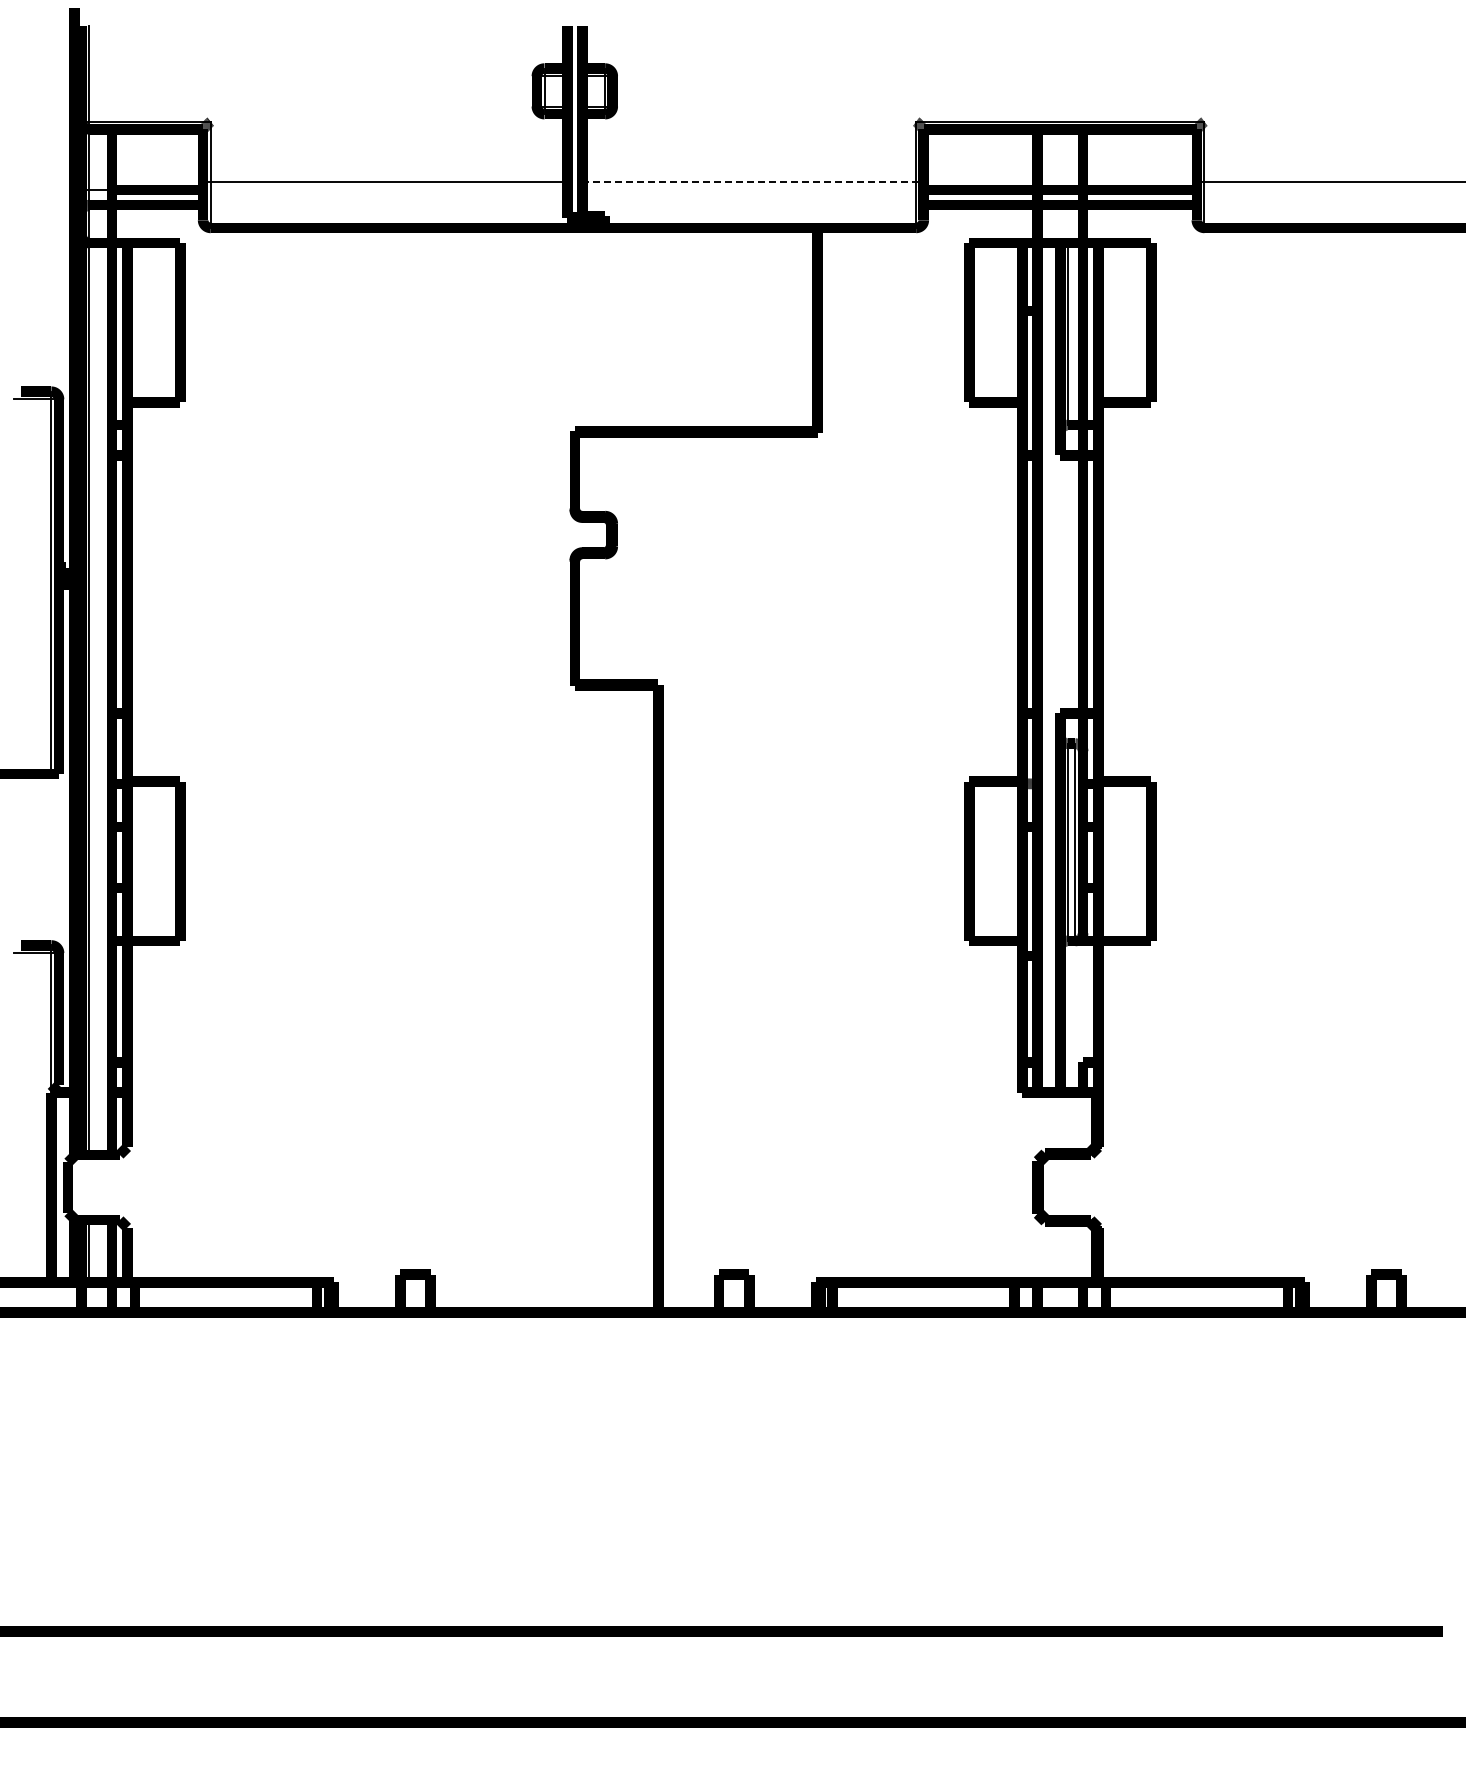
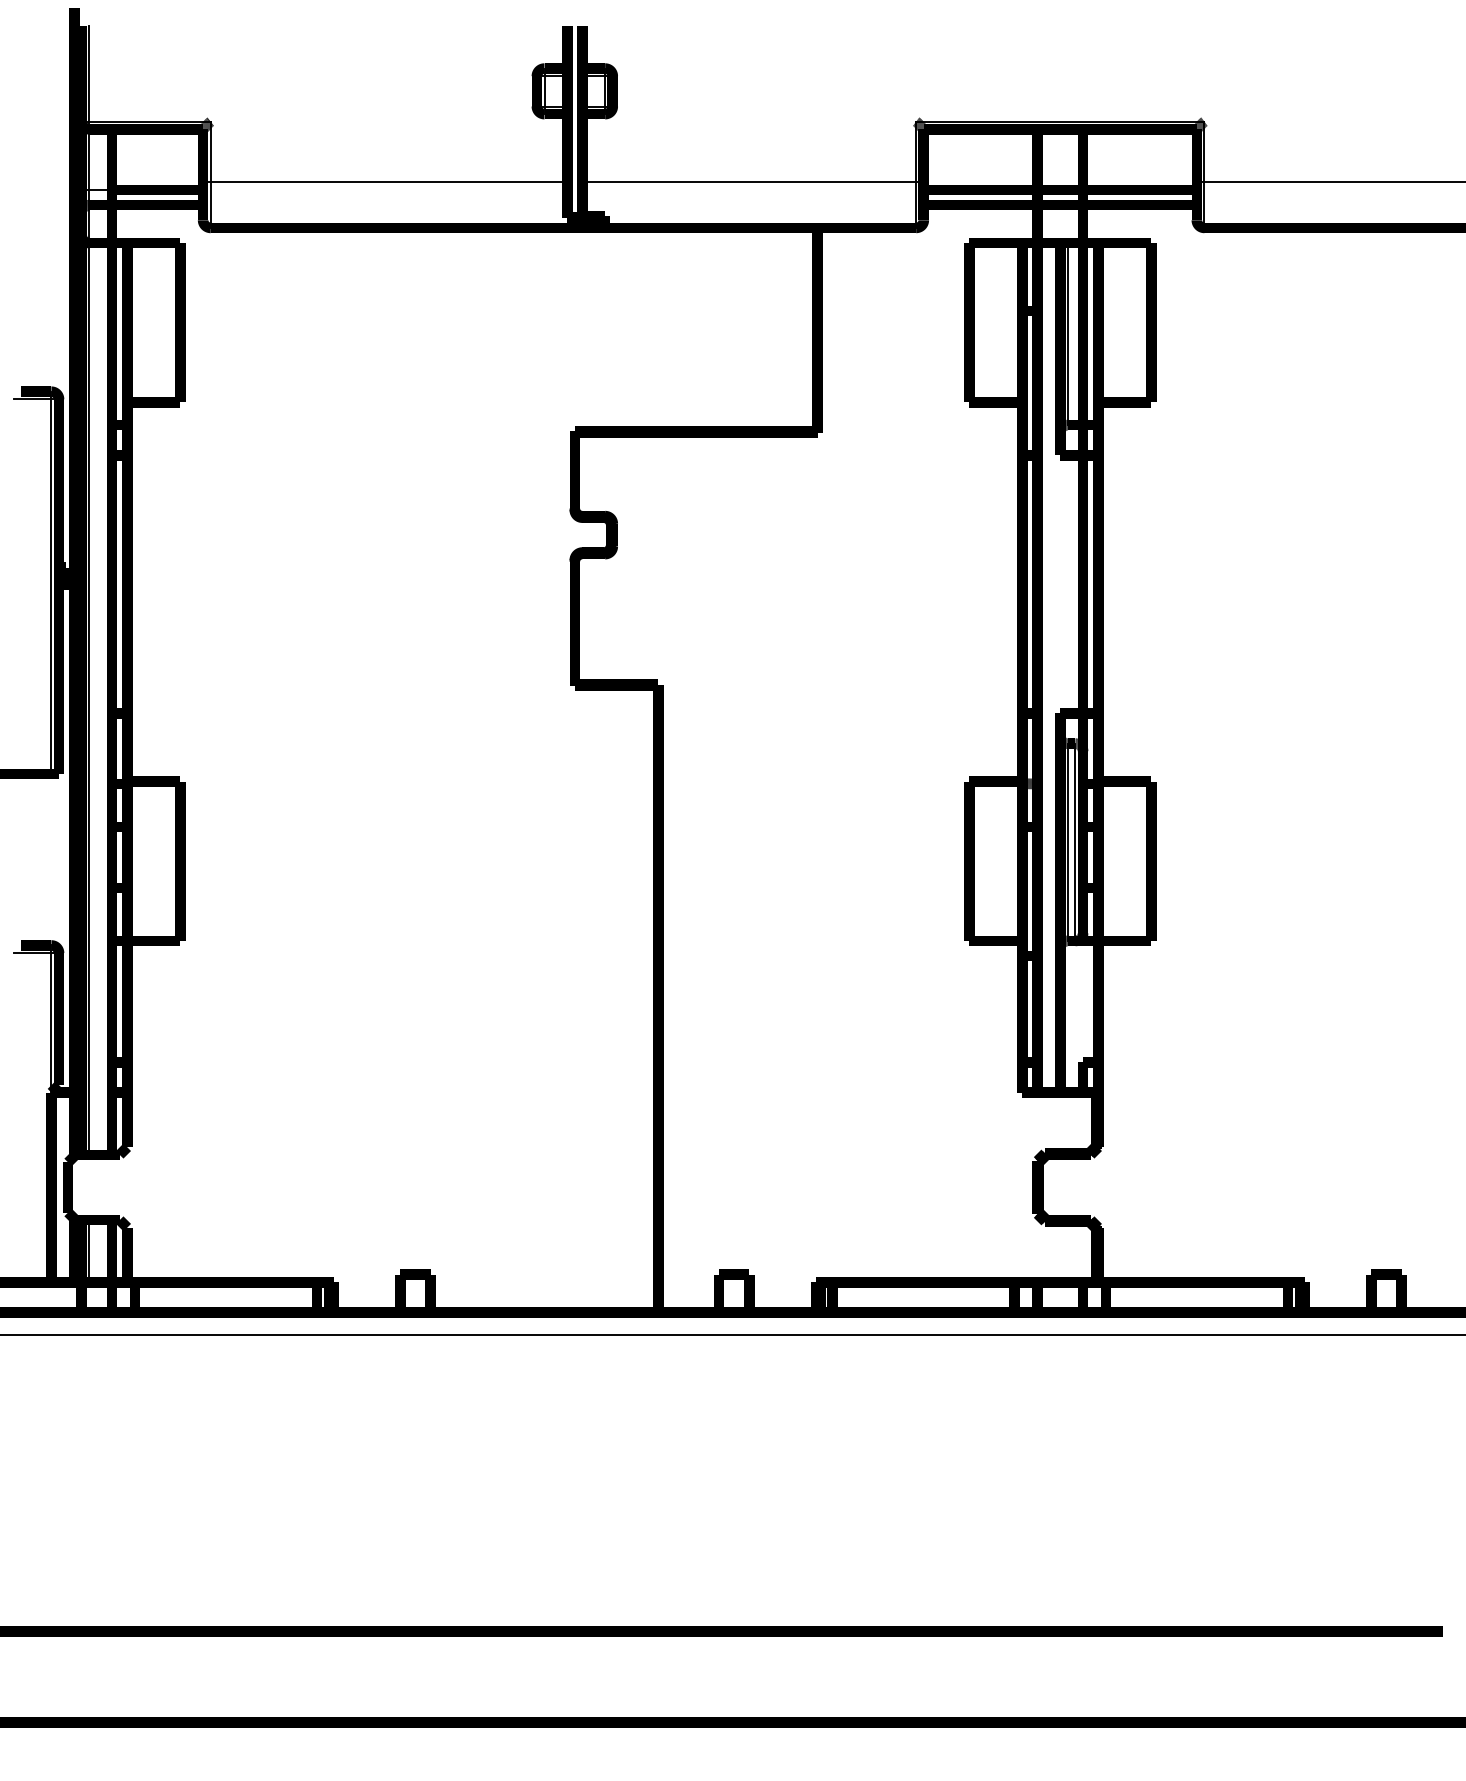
line at (749, 182): dashed -> solid
line at (732, 1335): none -> present
